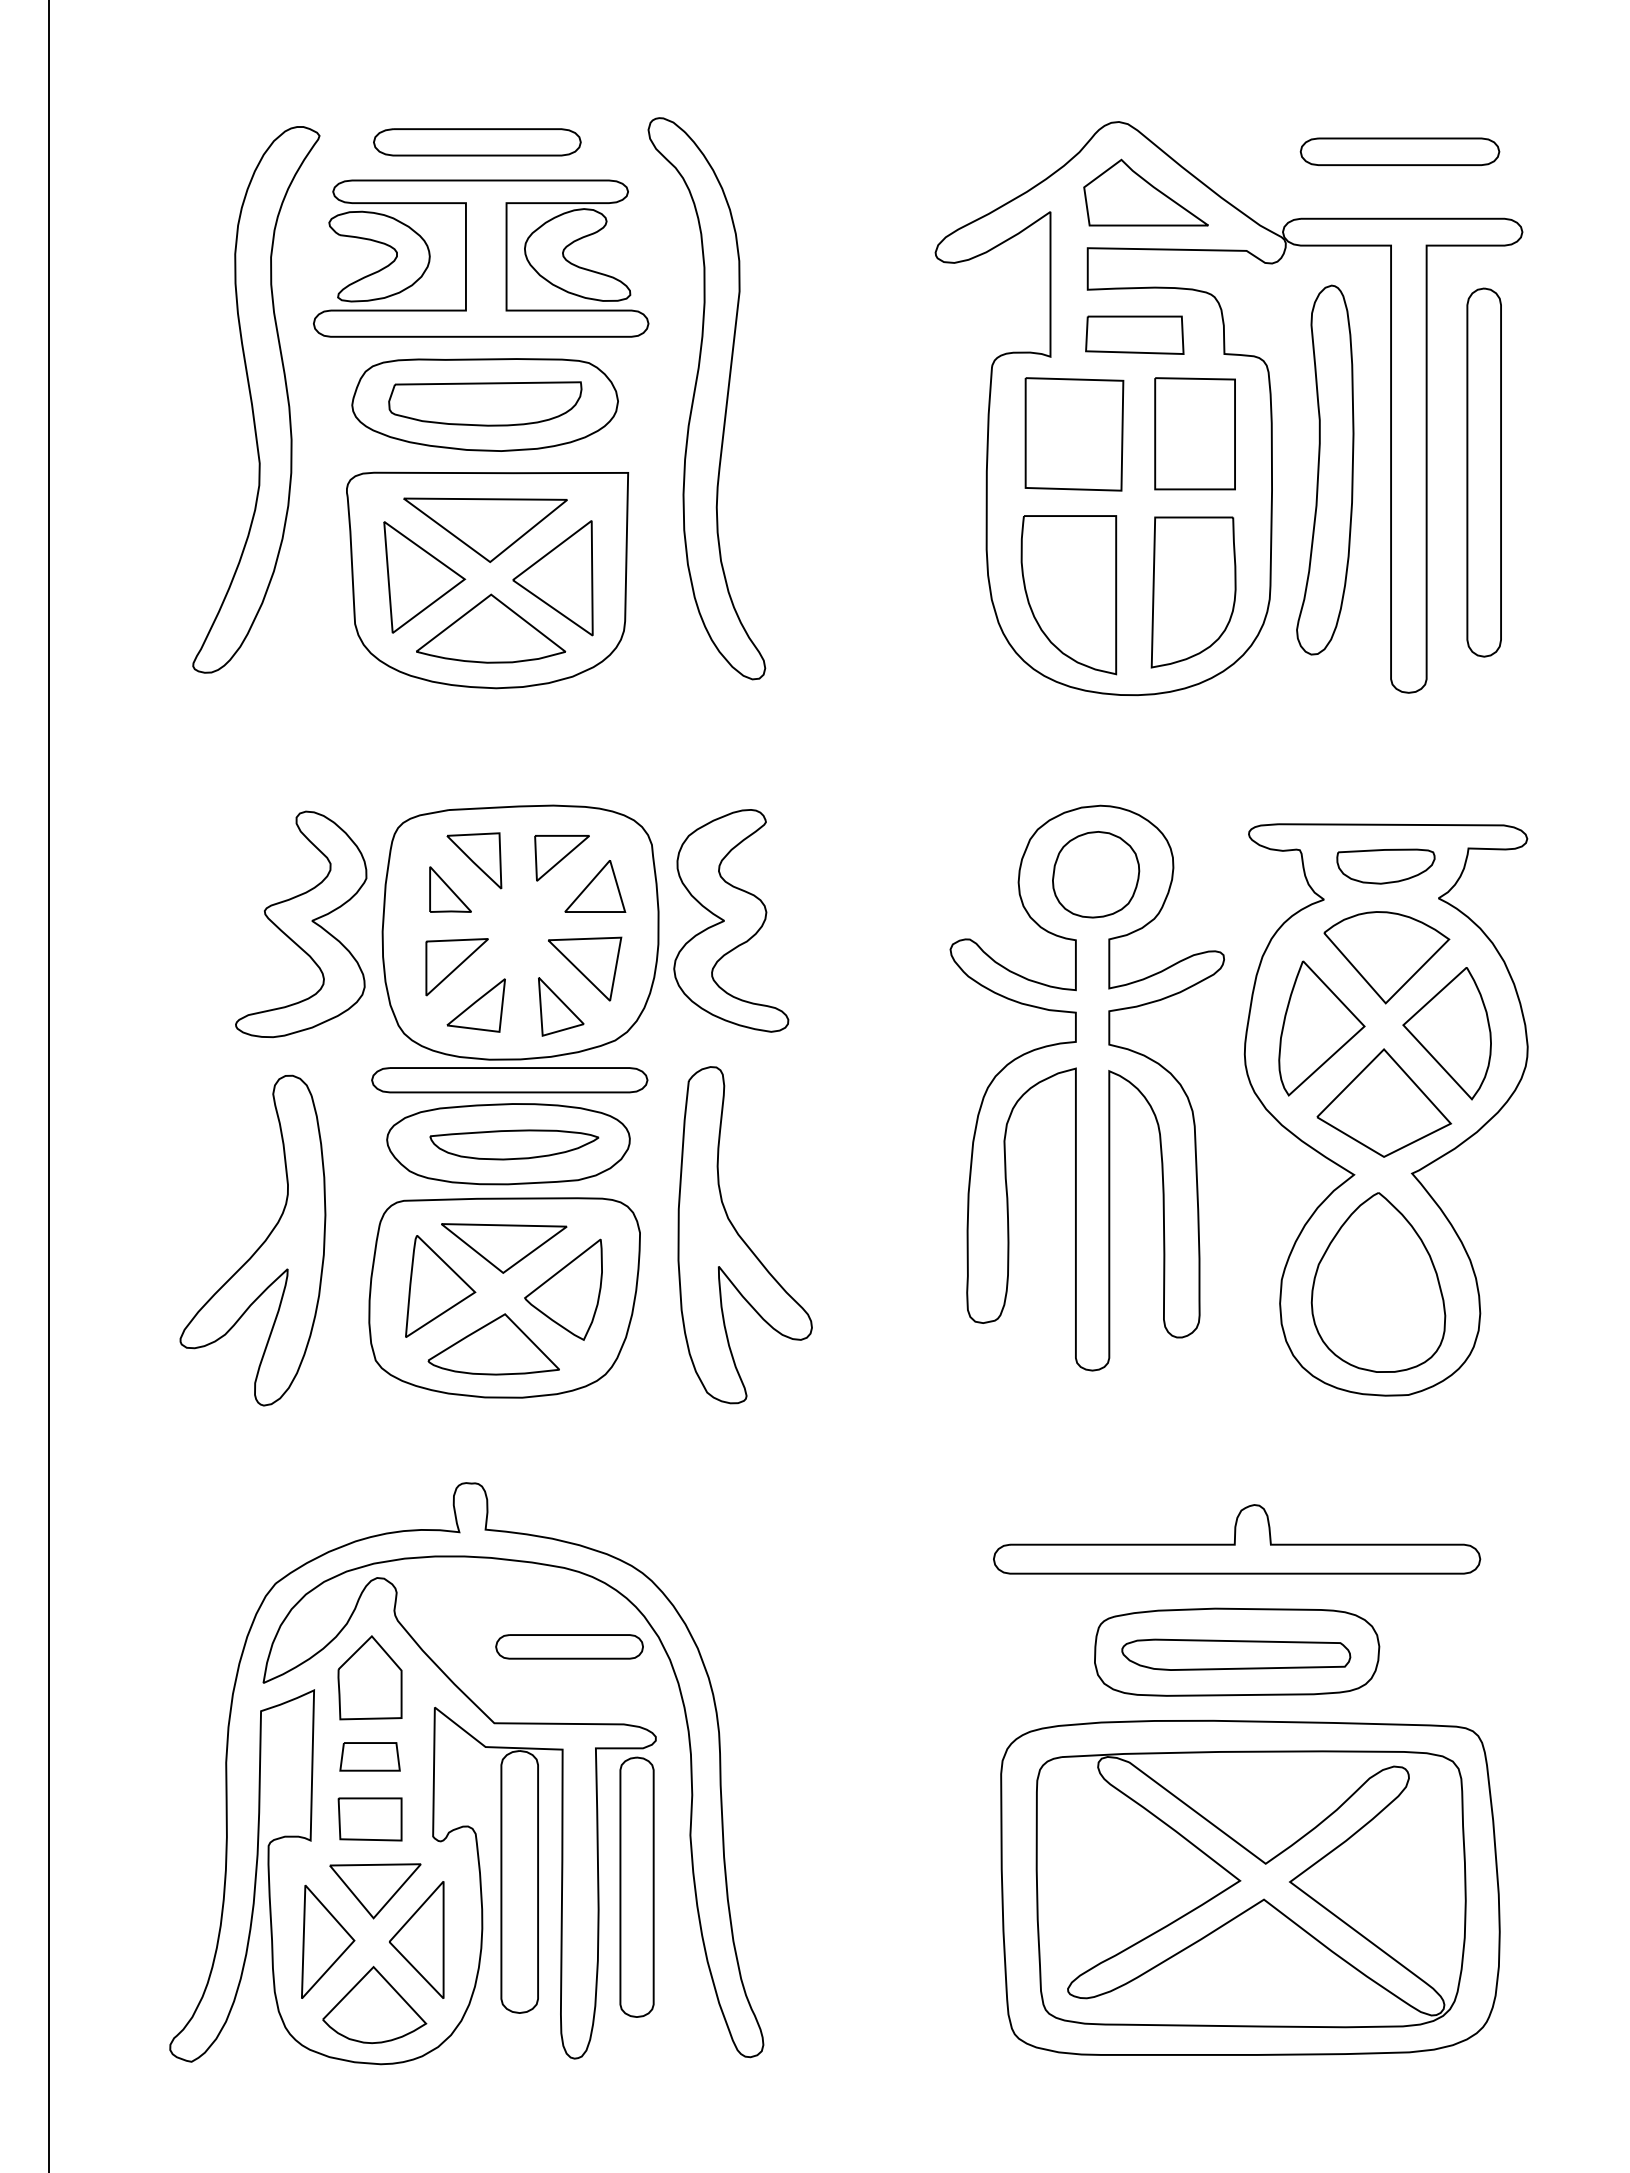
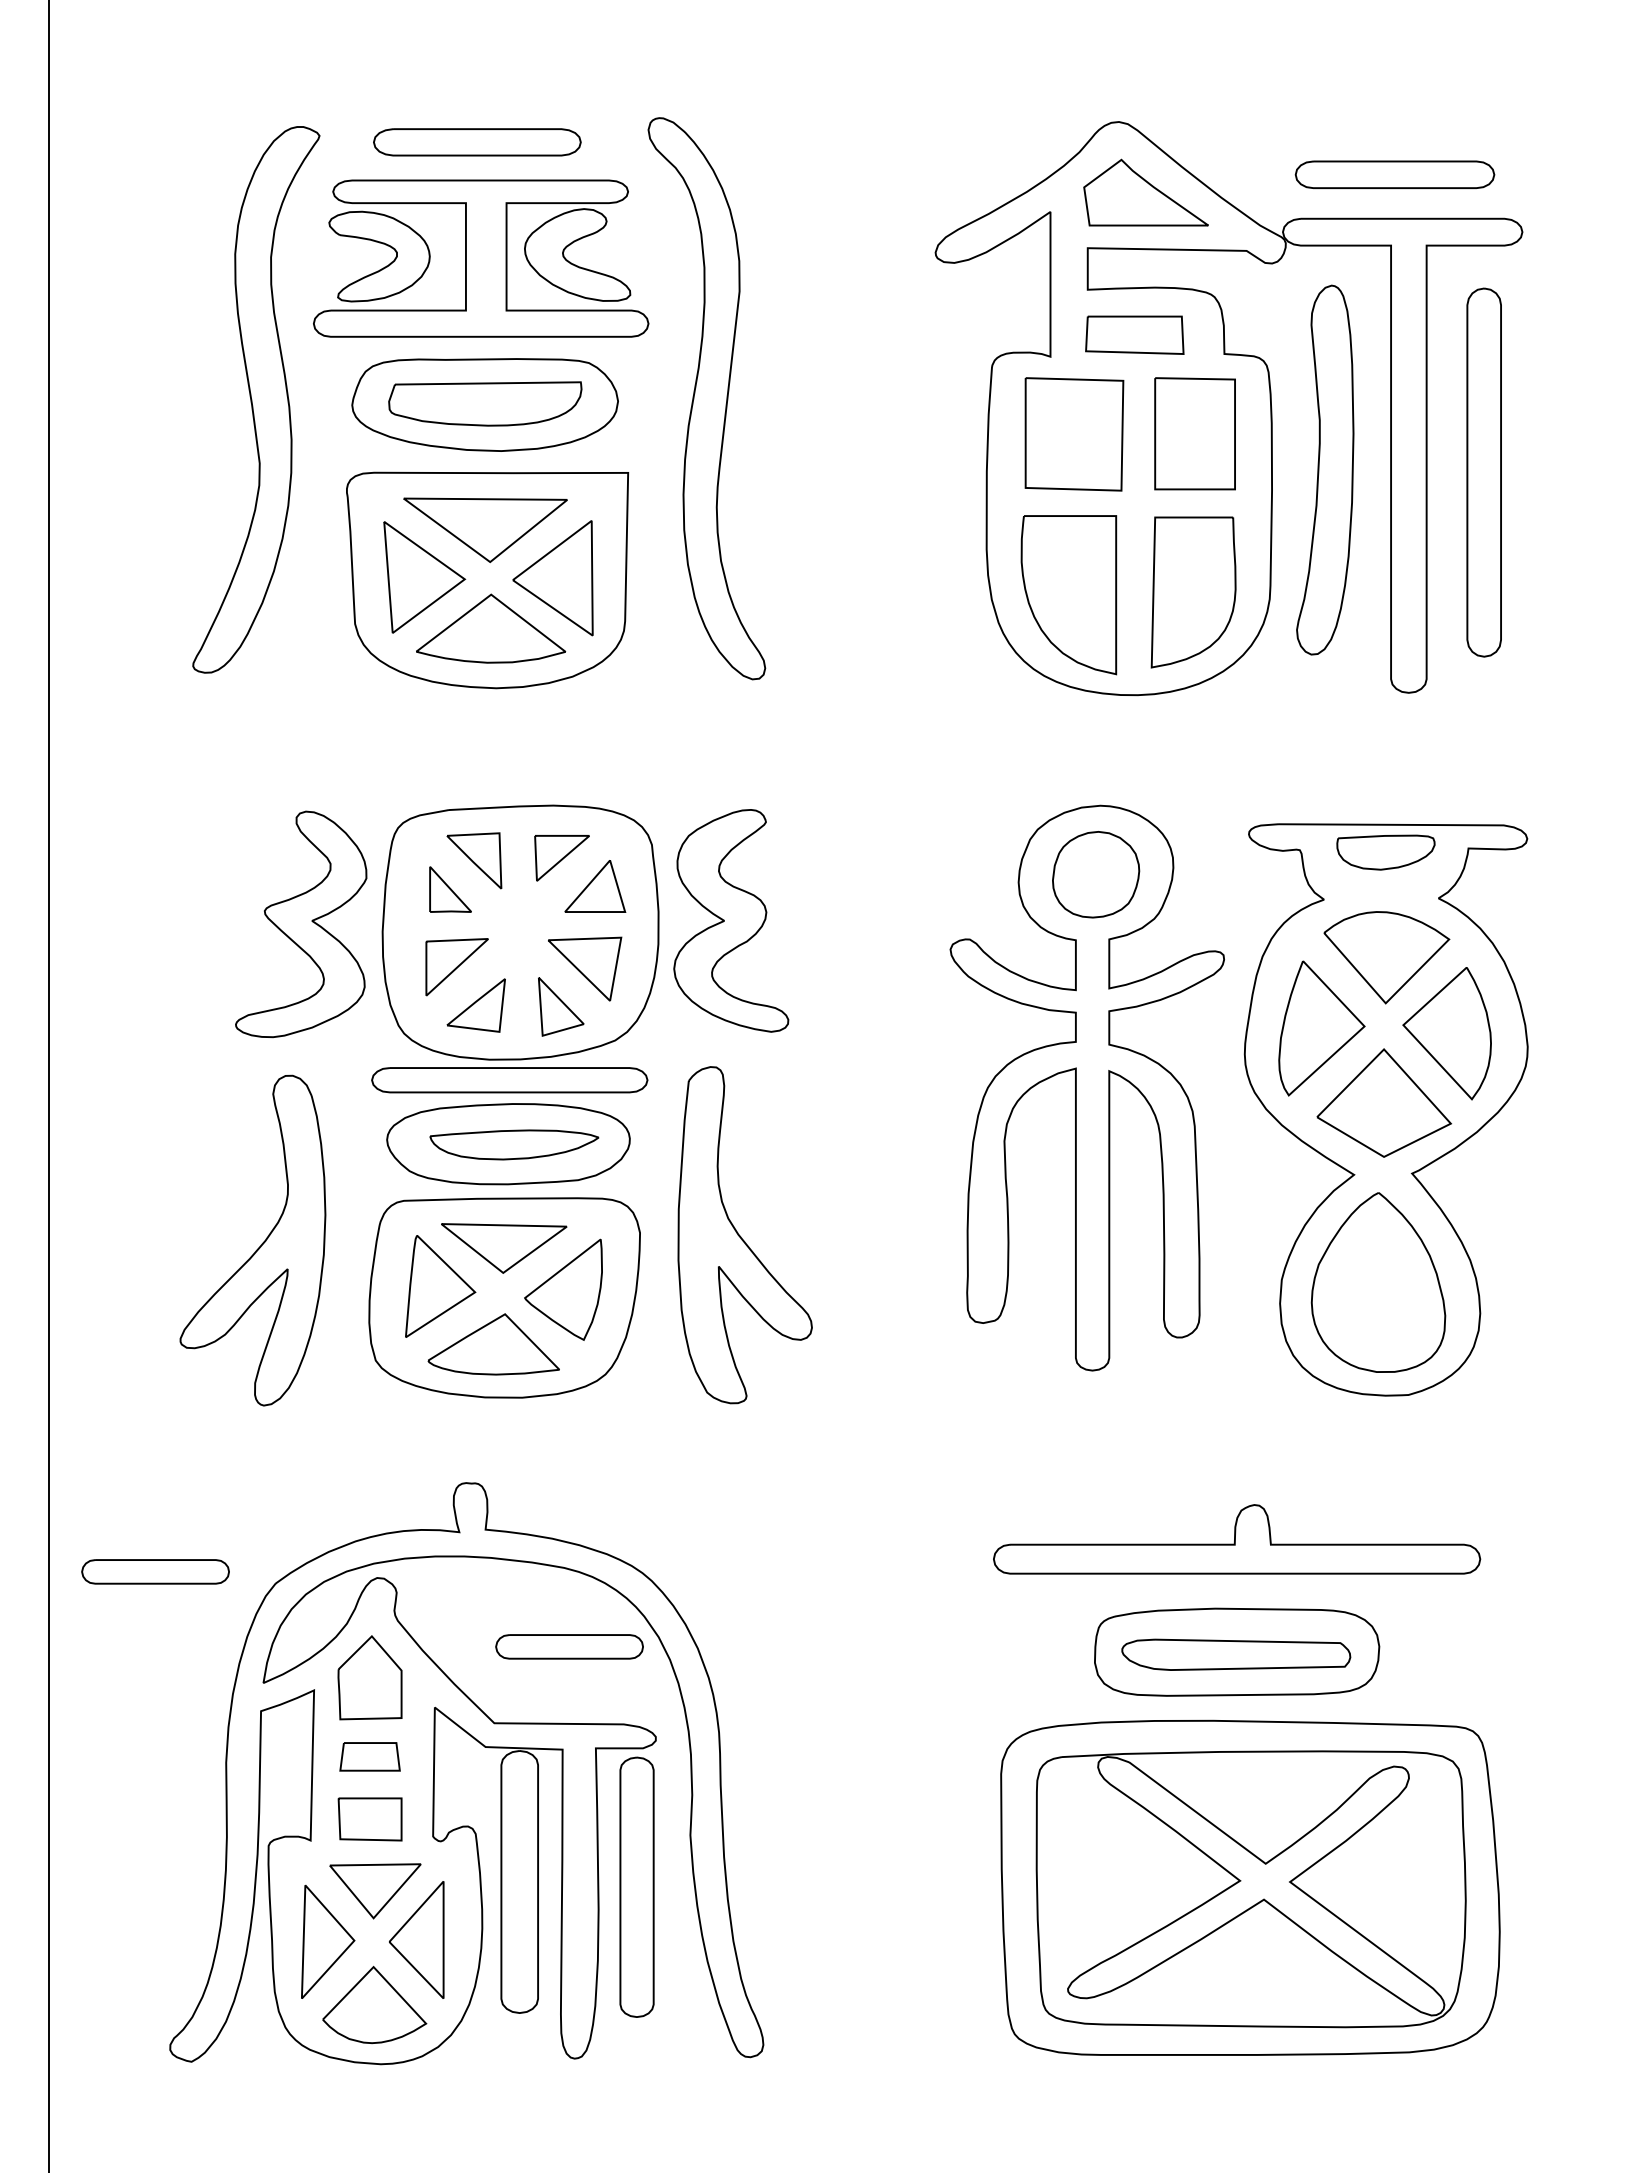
part at (1399, 151) position: (1399, 151) -> (1394, 174)
part at (1385, 866) position: (1385, 866) -> (1385, 852)
part at (155, 1571): none -> present
